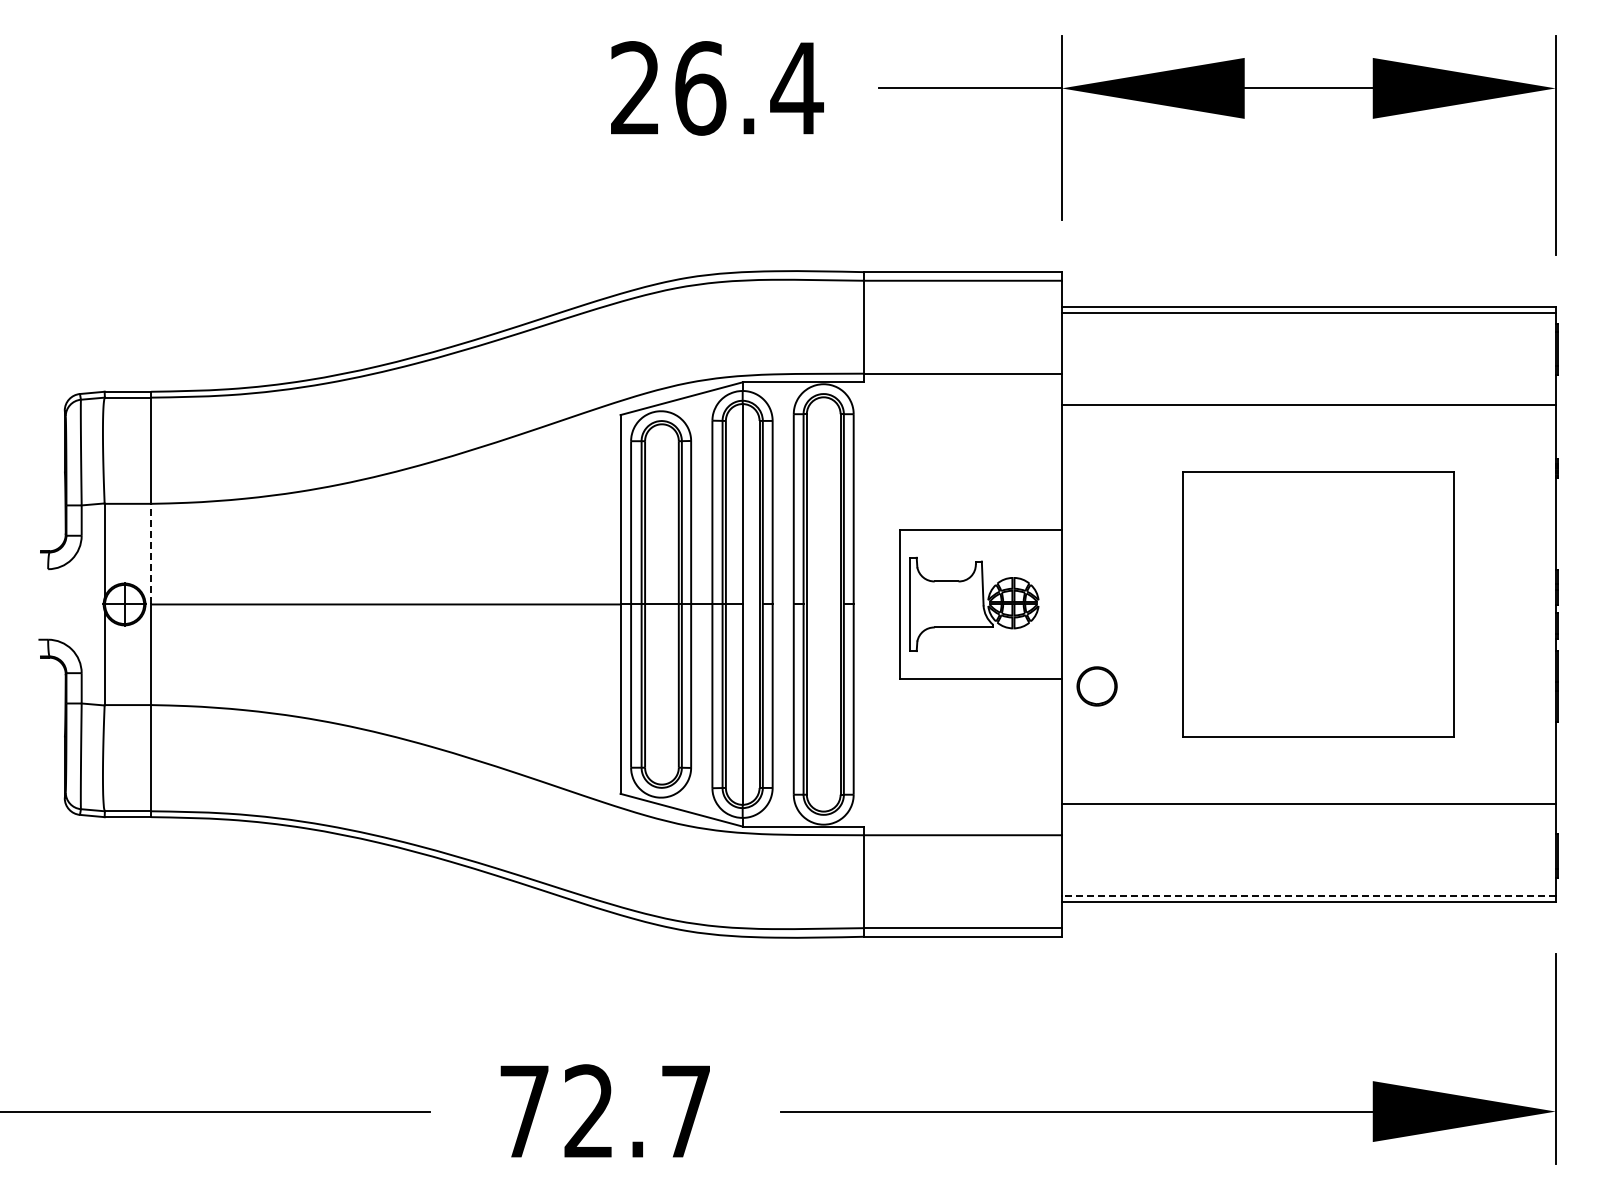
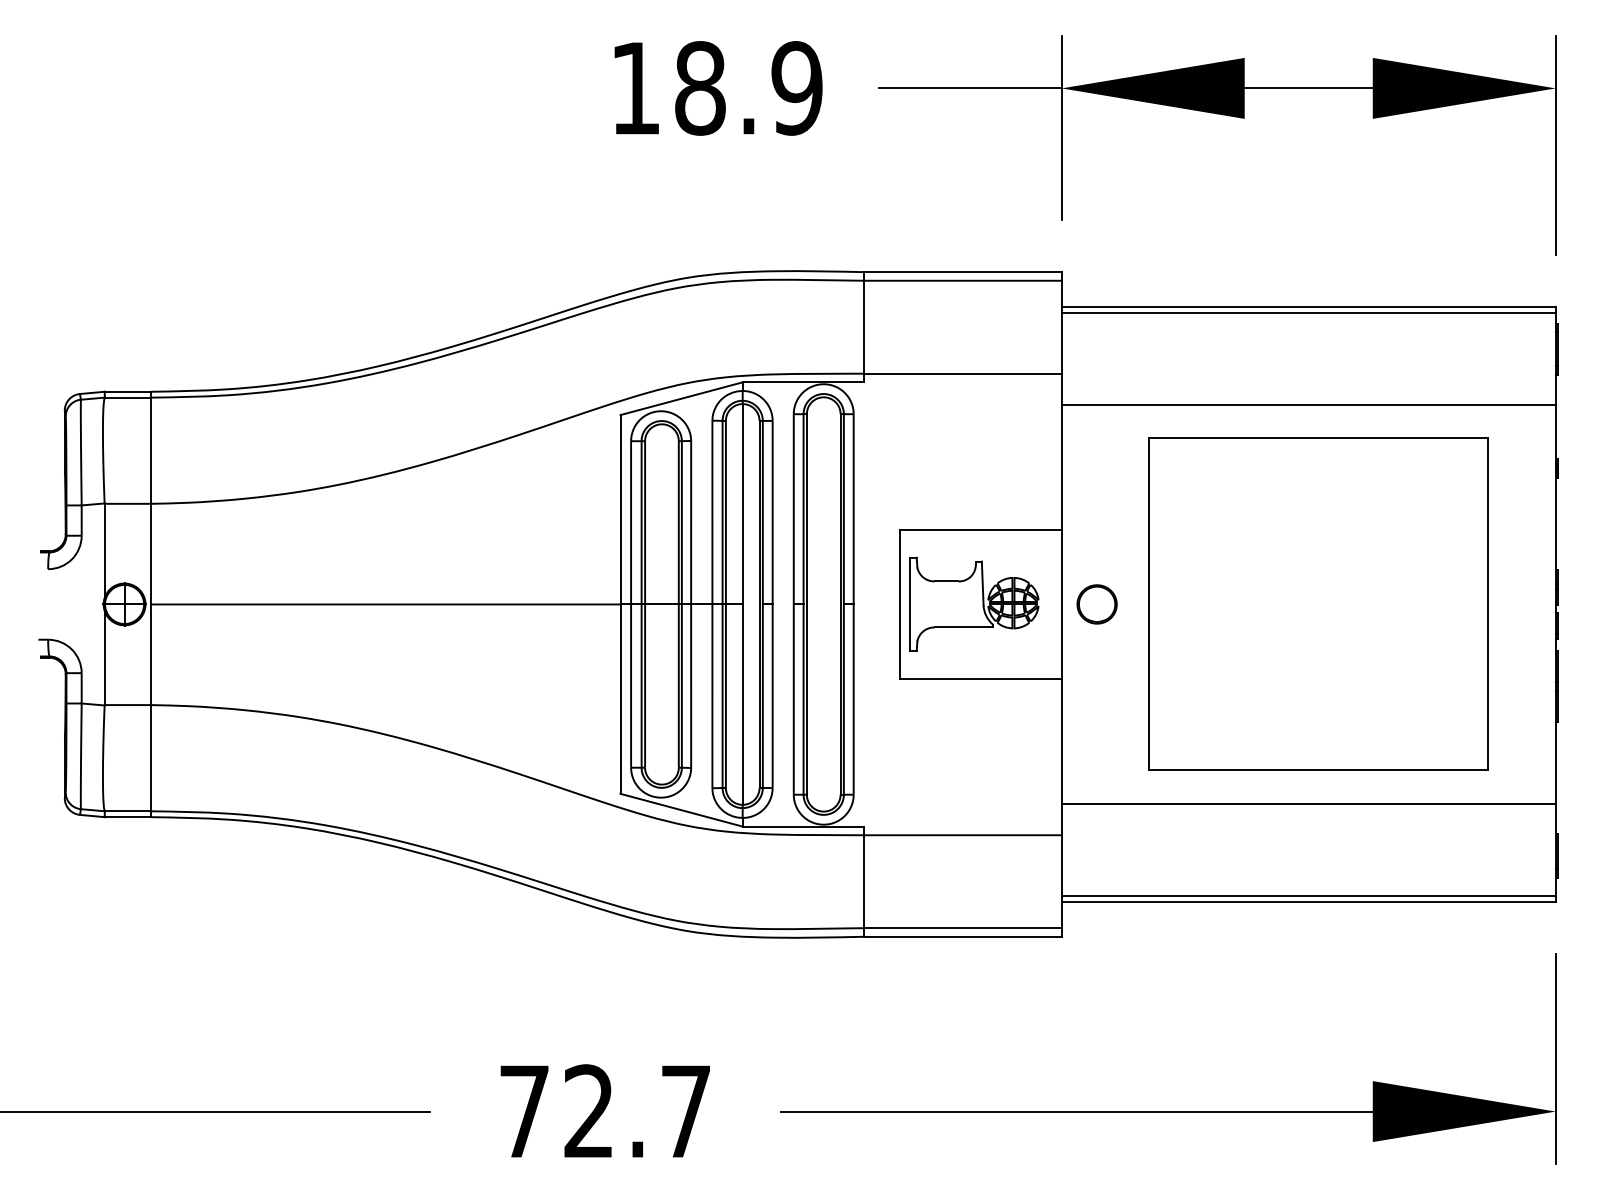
text at (717, 88): 26.4 -> 18.9
line at (151, 553): dashed -> solid
part at (1318, 604) size: 273x267 px -> 341x334 px
part at (1096, 686) position: (1096, 686) -> (1096, 604)
line at (1308, 895): dashed -> solid
